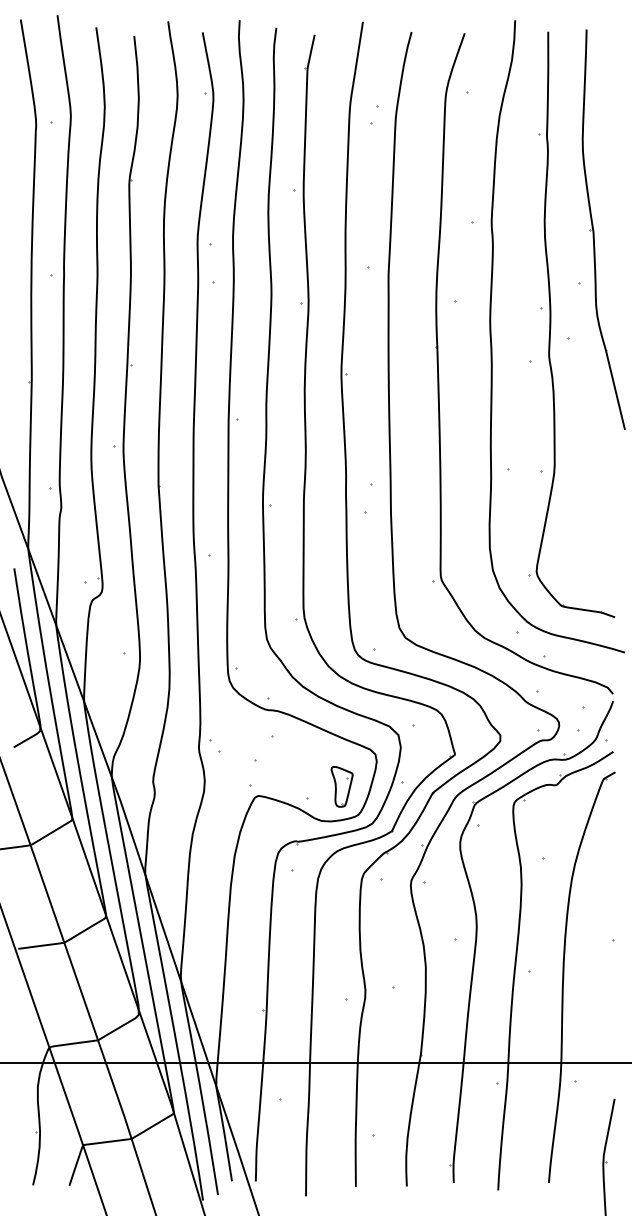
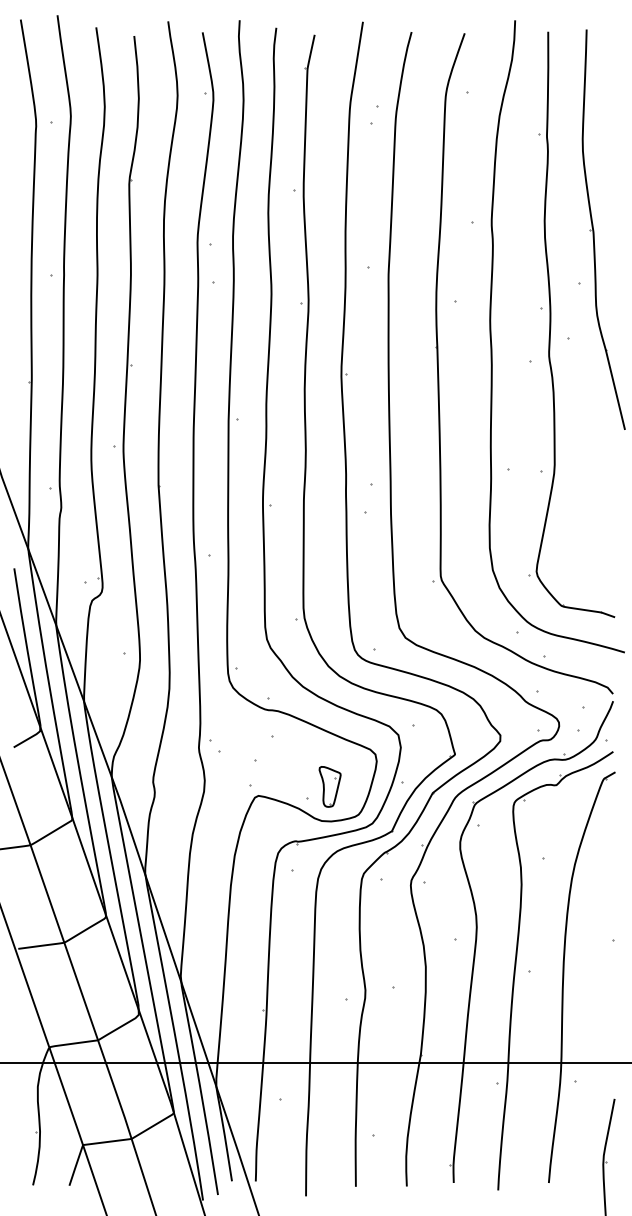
part at (341, 786) position: (341, 786) -> (329, 786)
